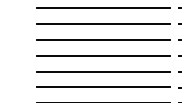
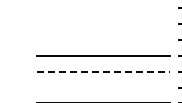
line at (103, 8): present -> none
line at (103, 24): present -> none
line at (103, 39): present -> none
line at (103, 71): solid -> dashed
line at (103, 87): present -> none
